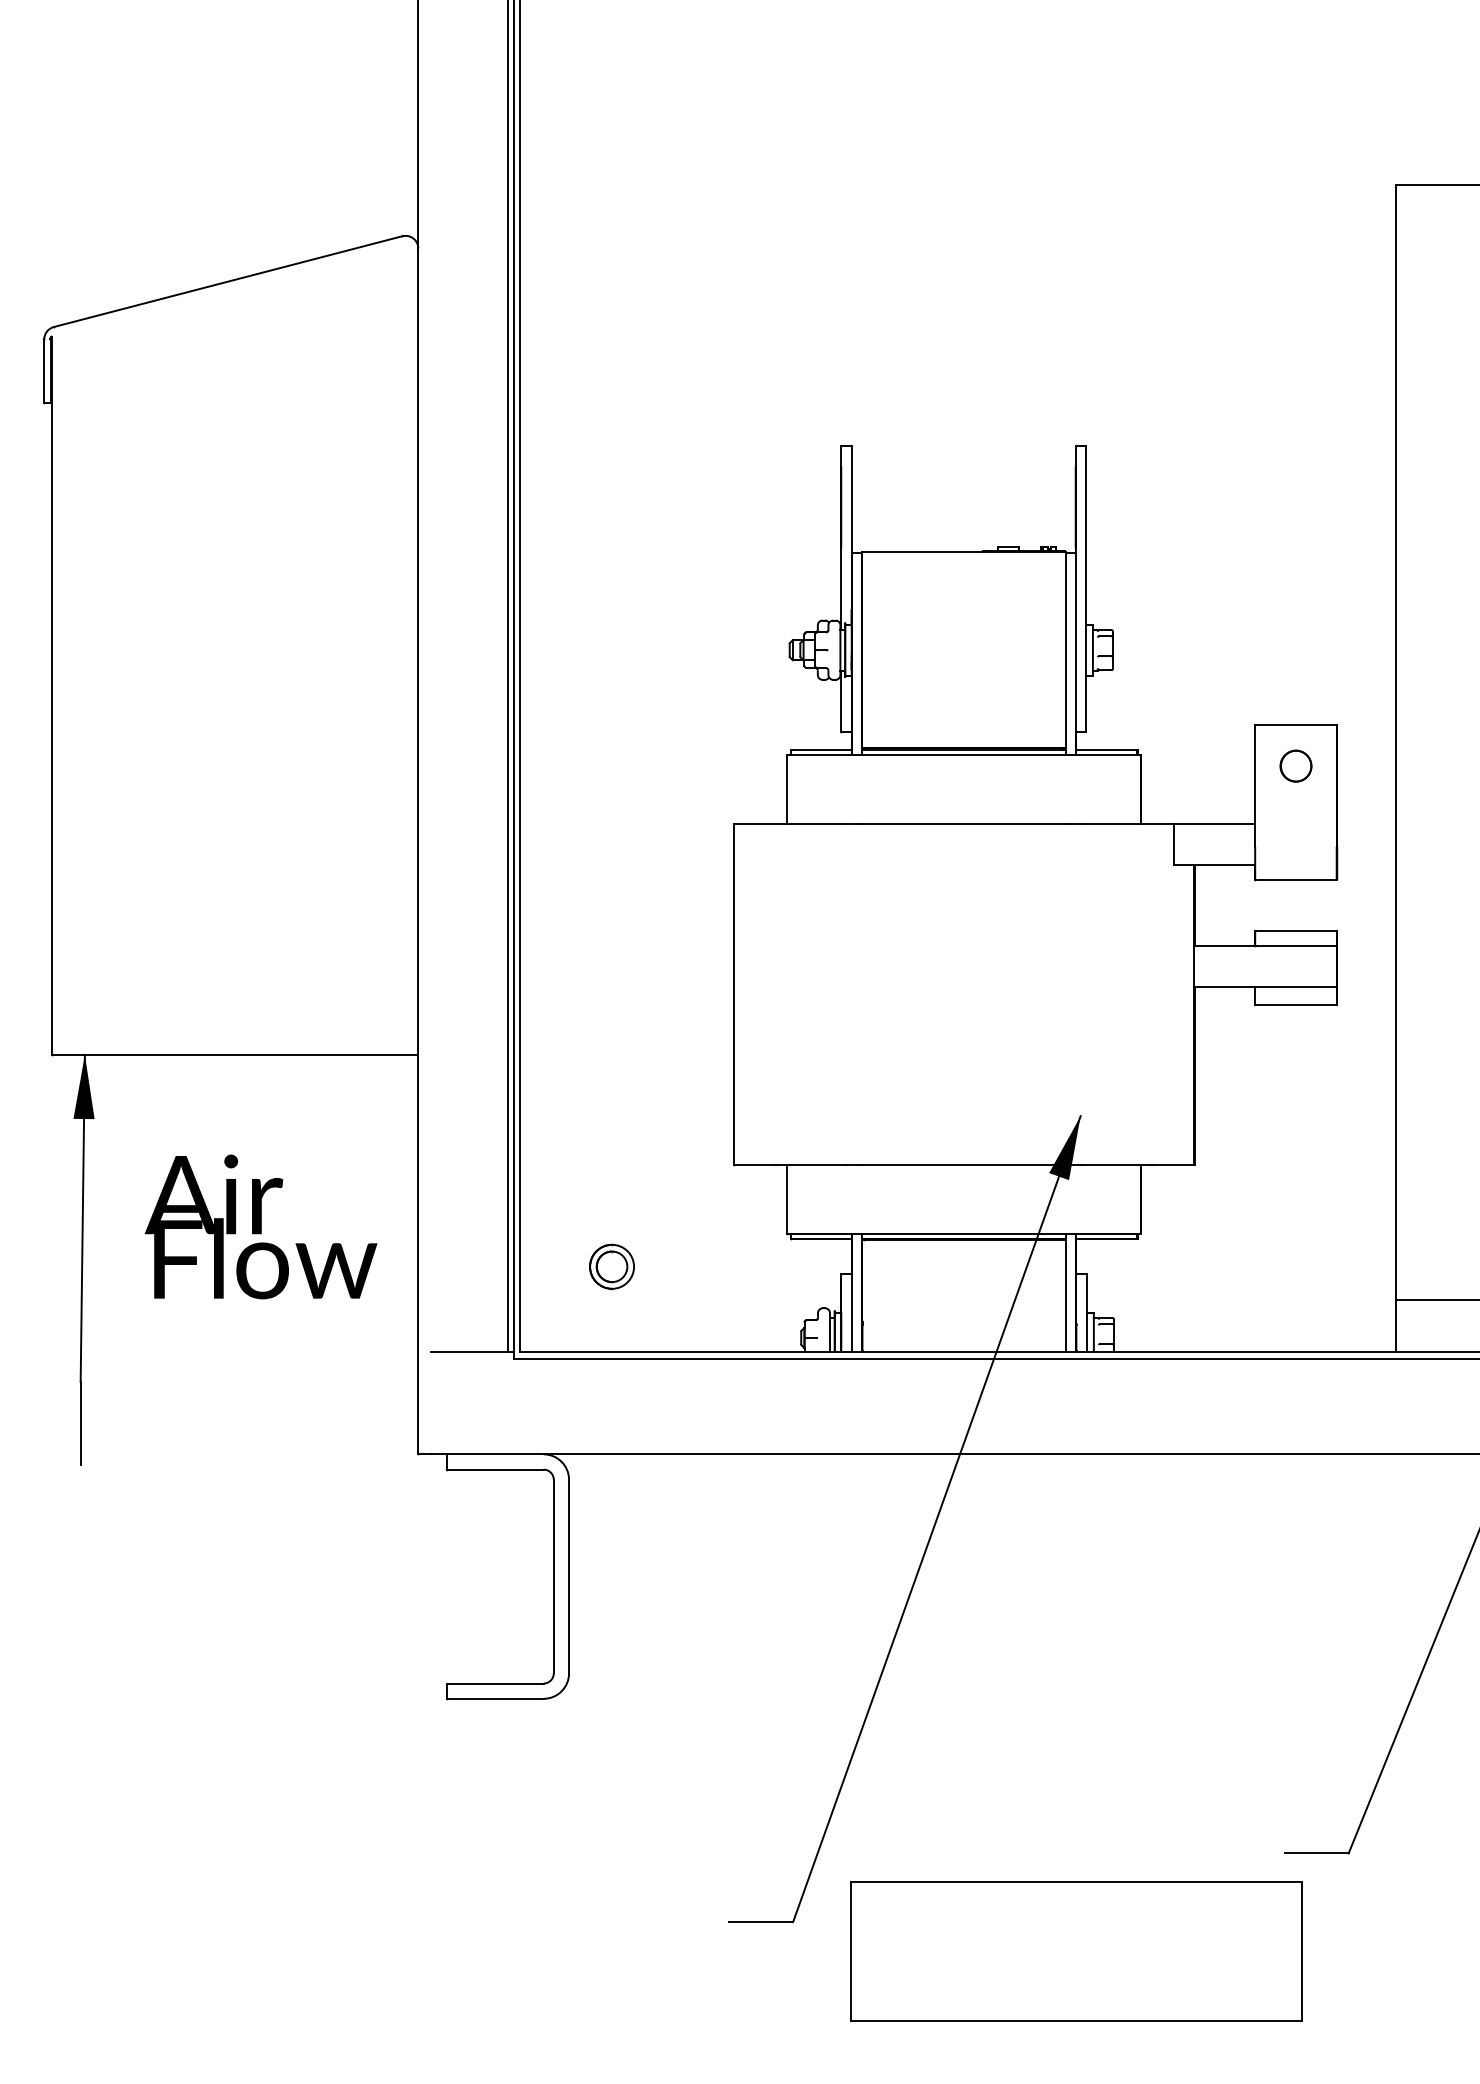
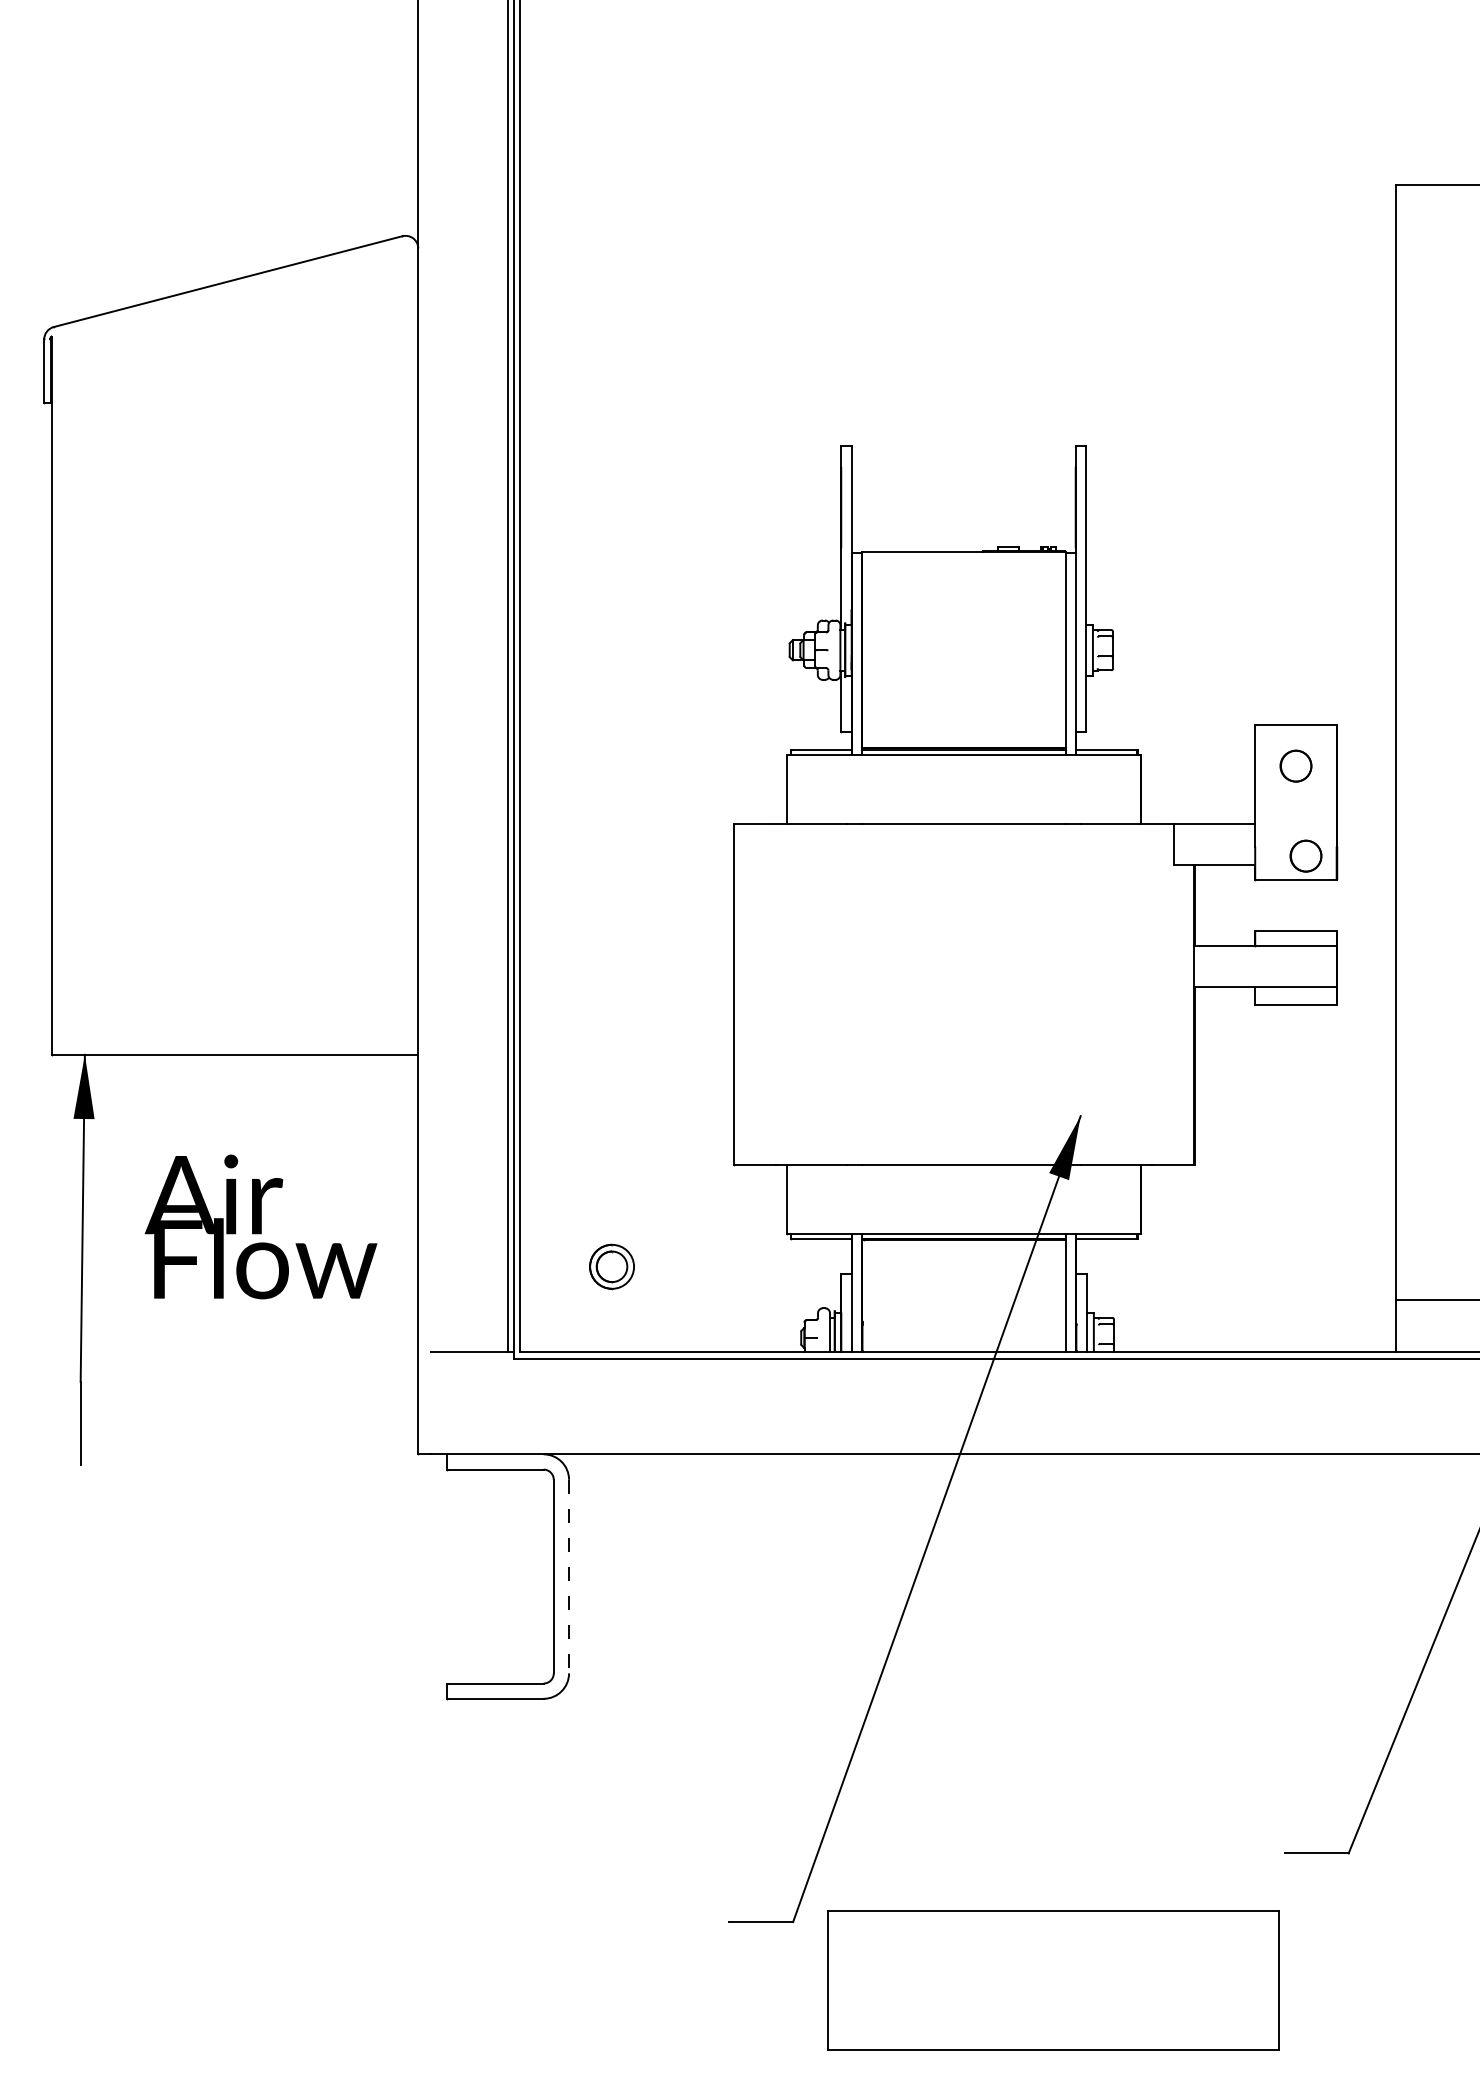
part at (1305, 855): none -> present
line at (569, 1576): solid -> dashed
part at (1076, 1951) position: (1076, 1951) -> (1053, 1980)
